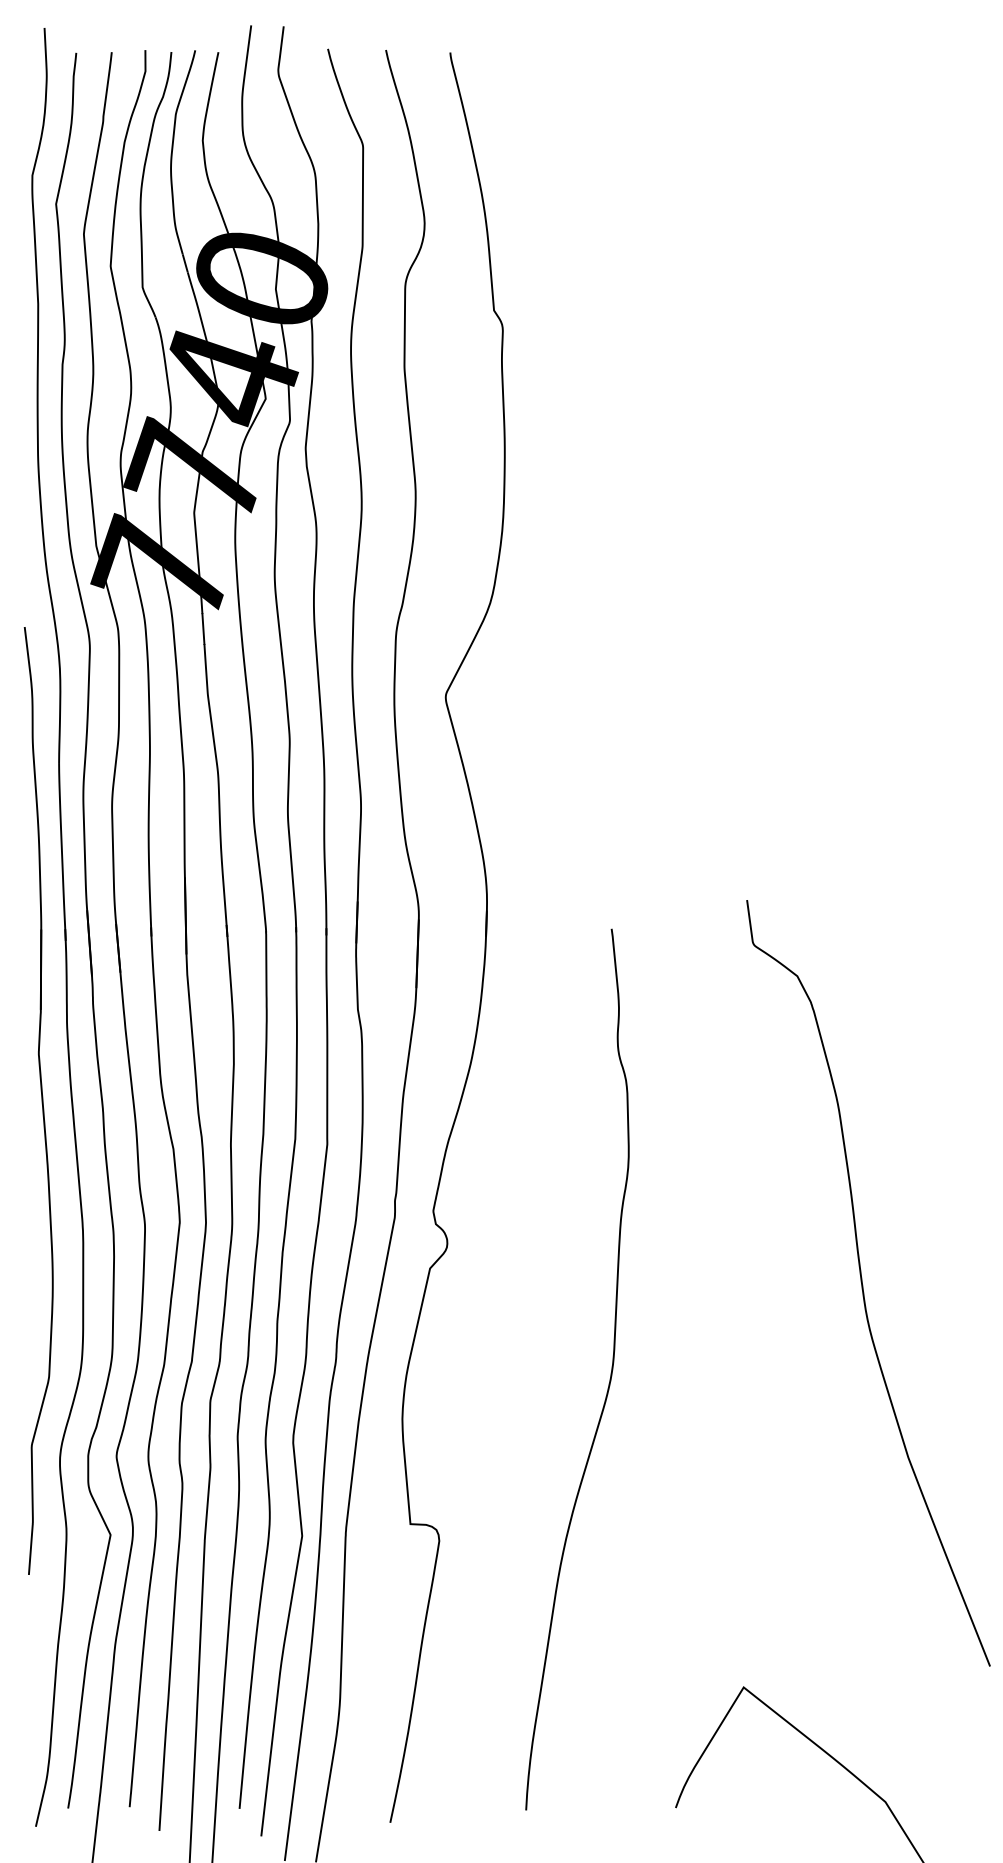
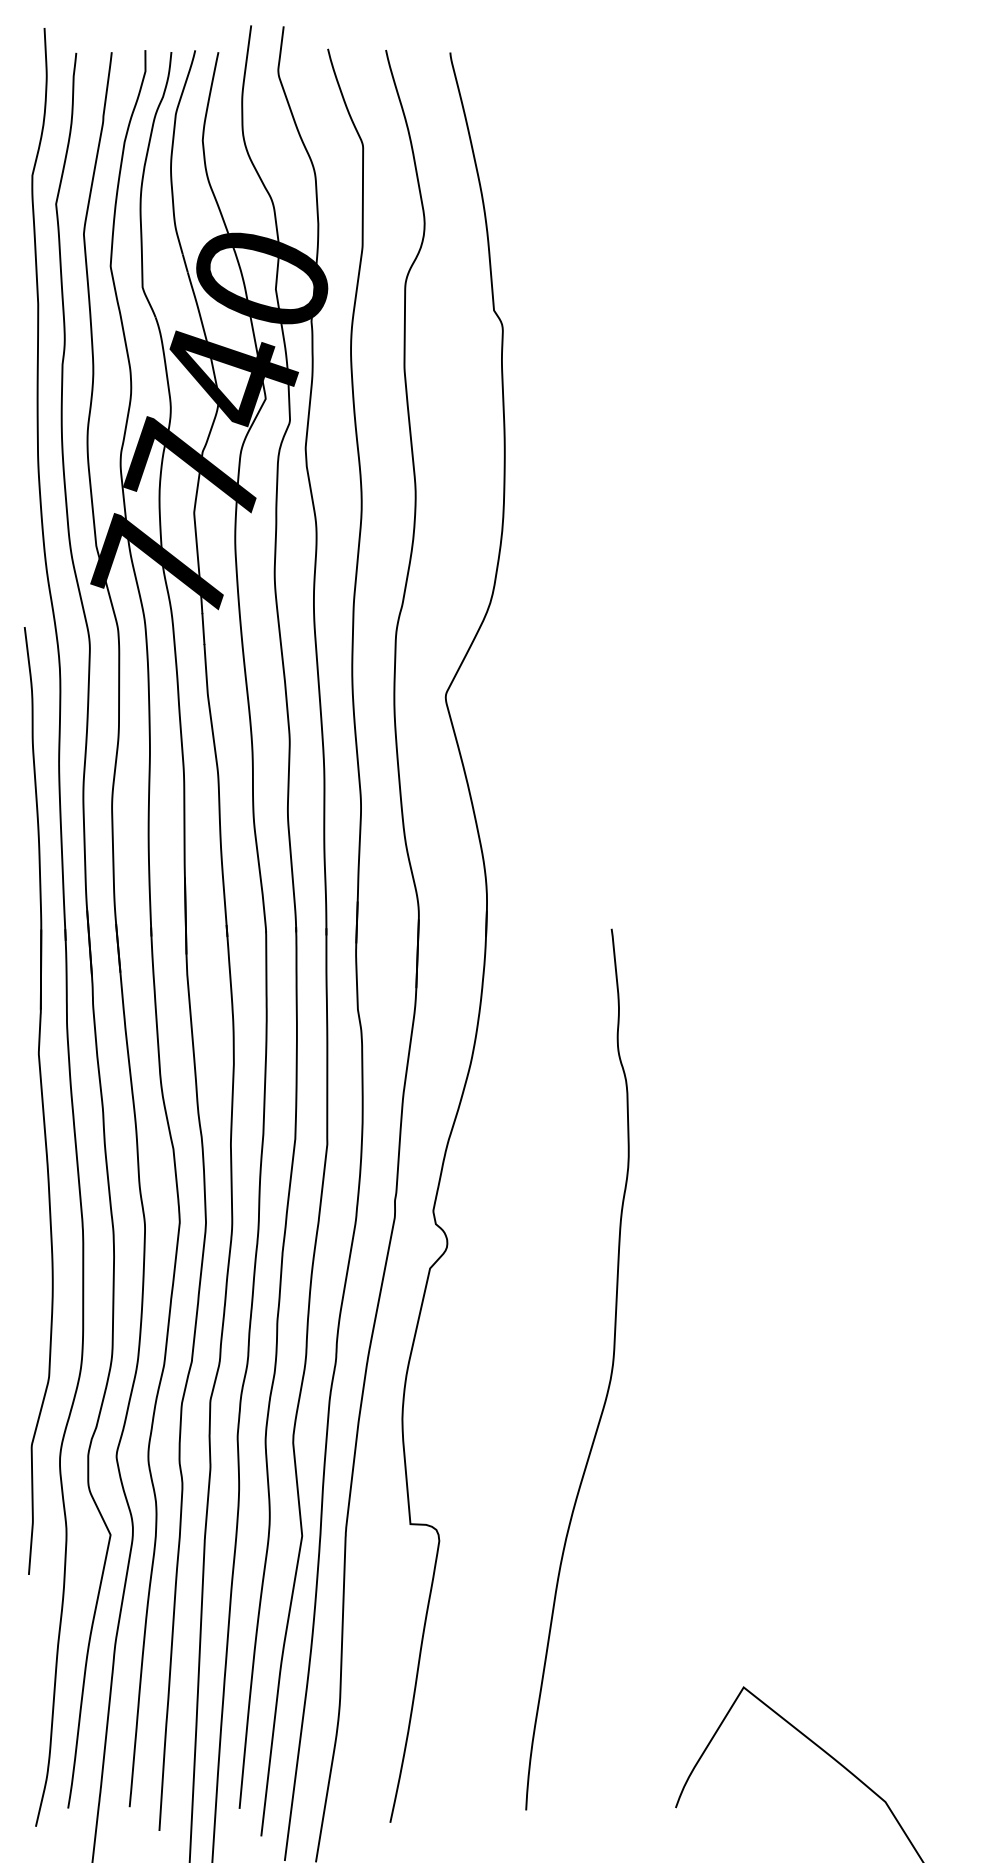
curve at (863, 1285): present -> none
